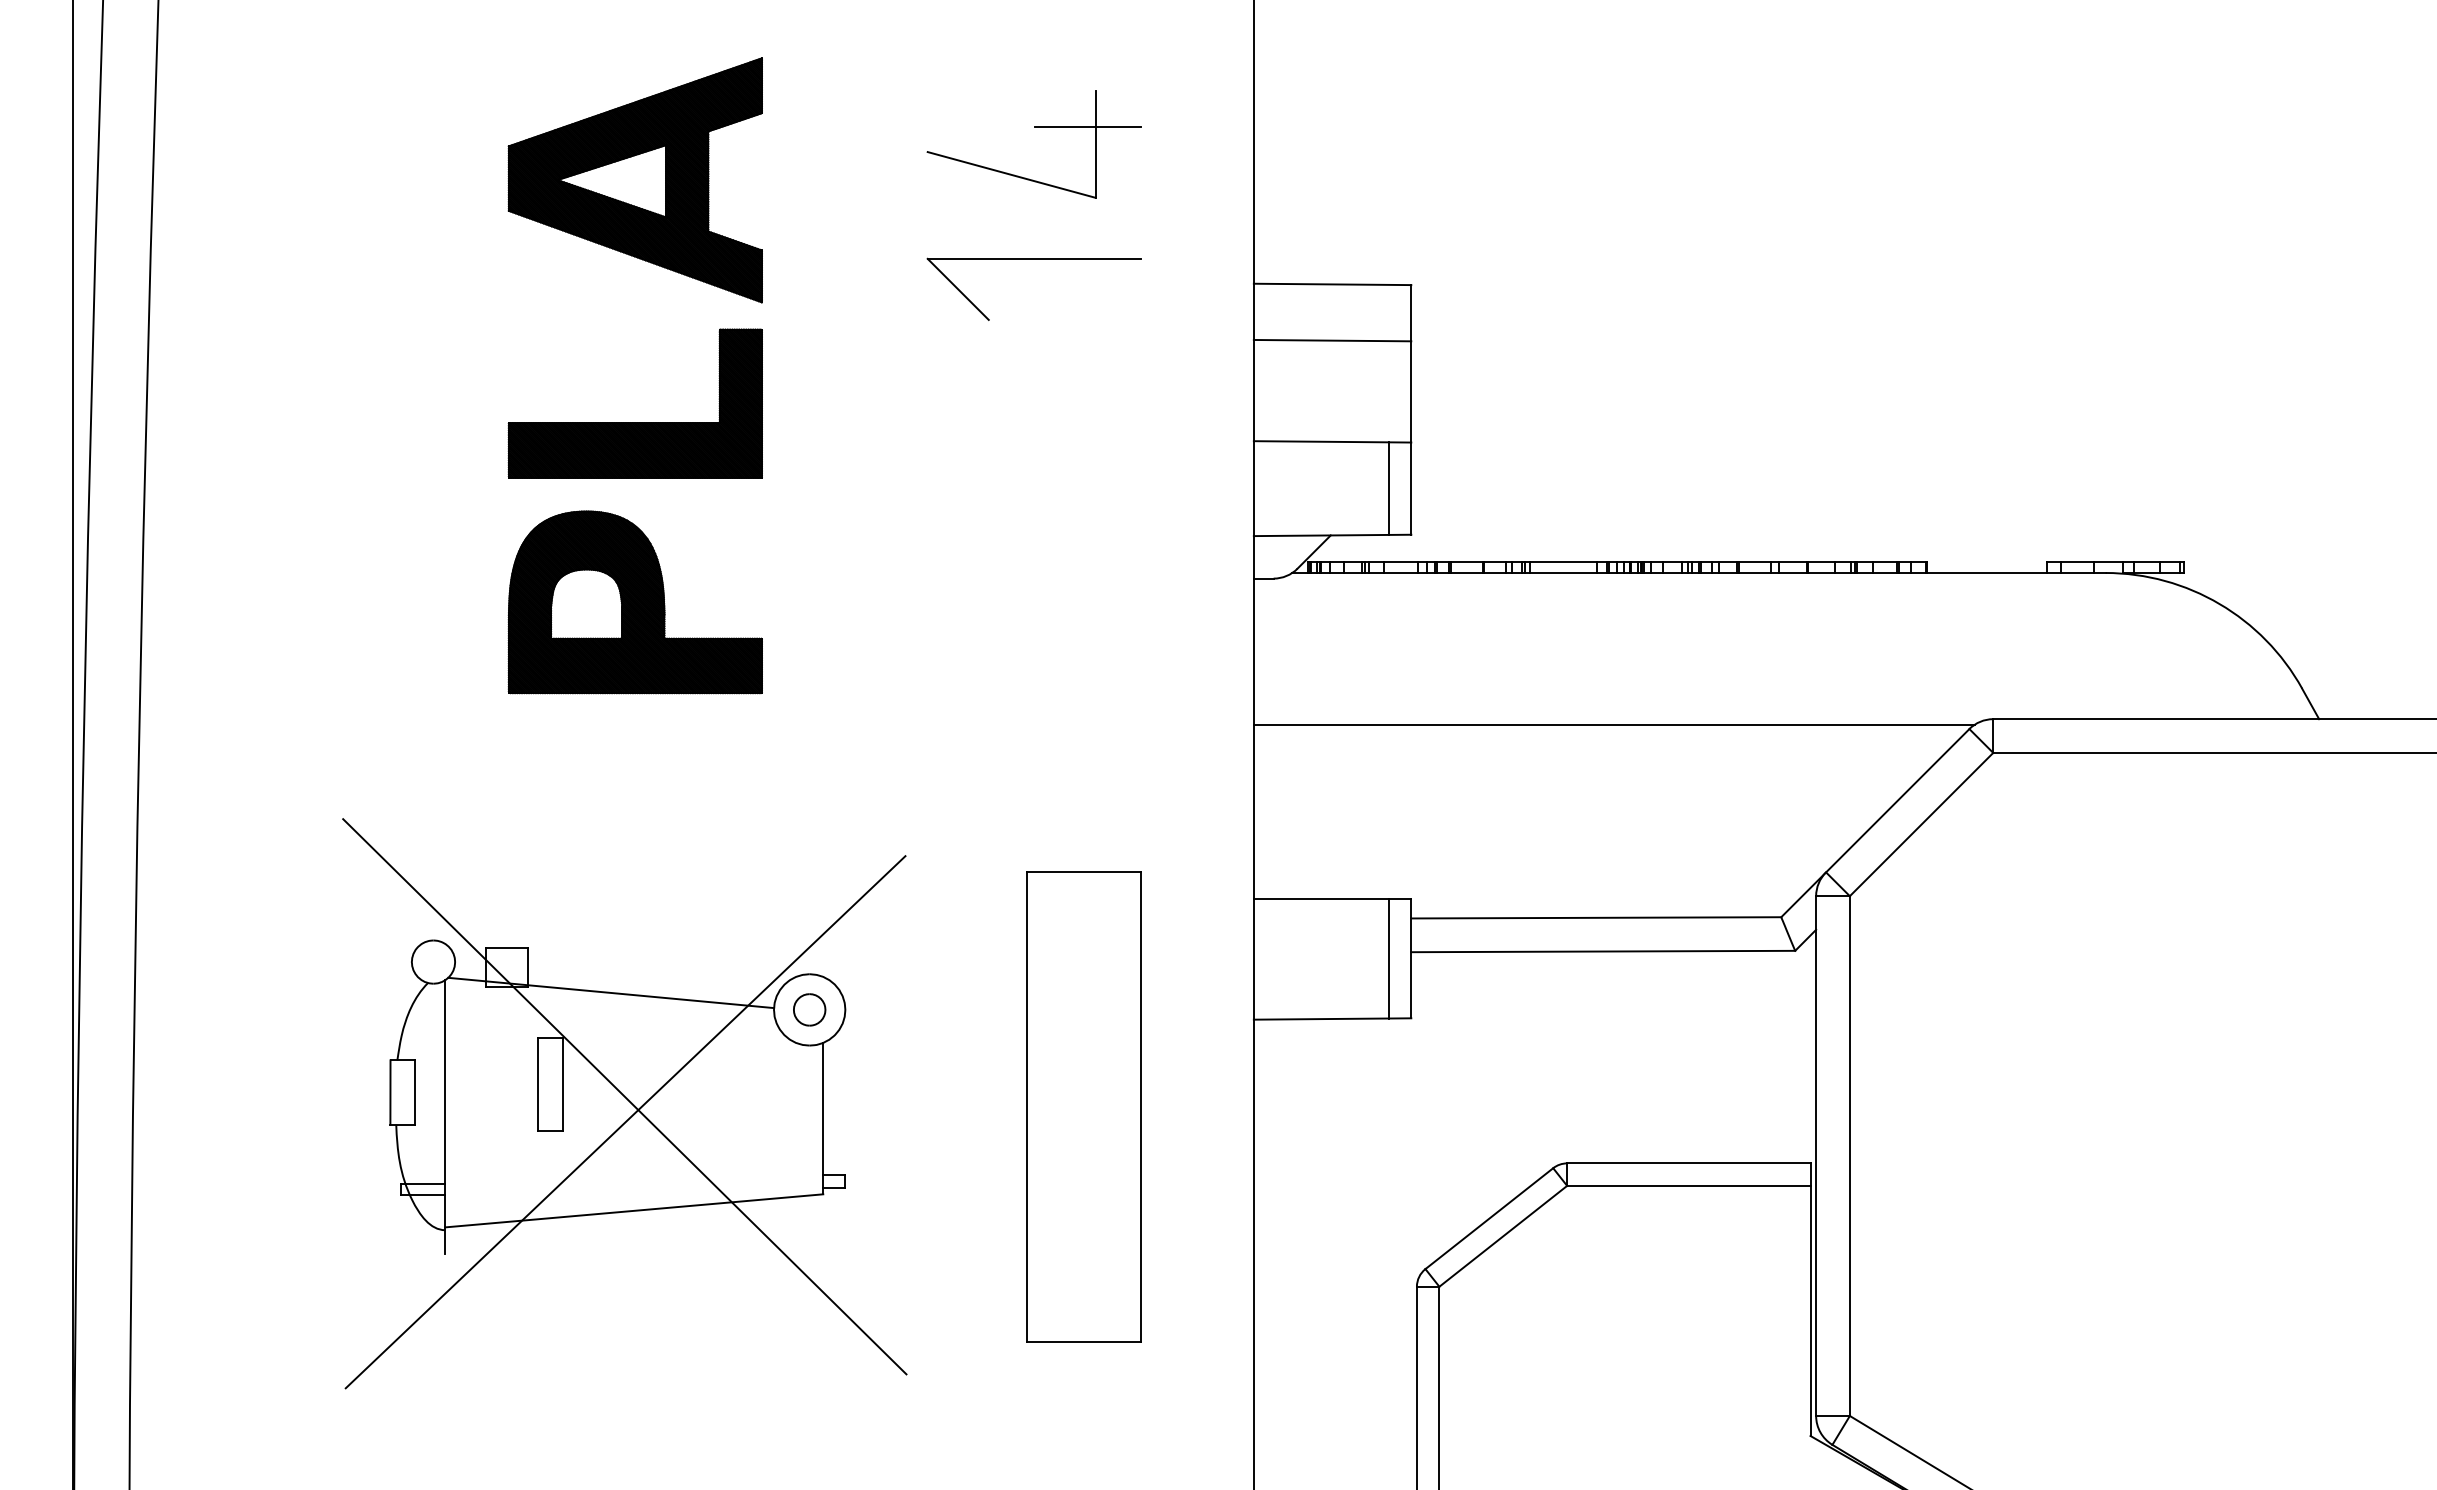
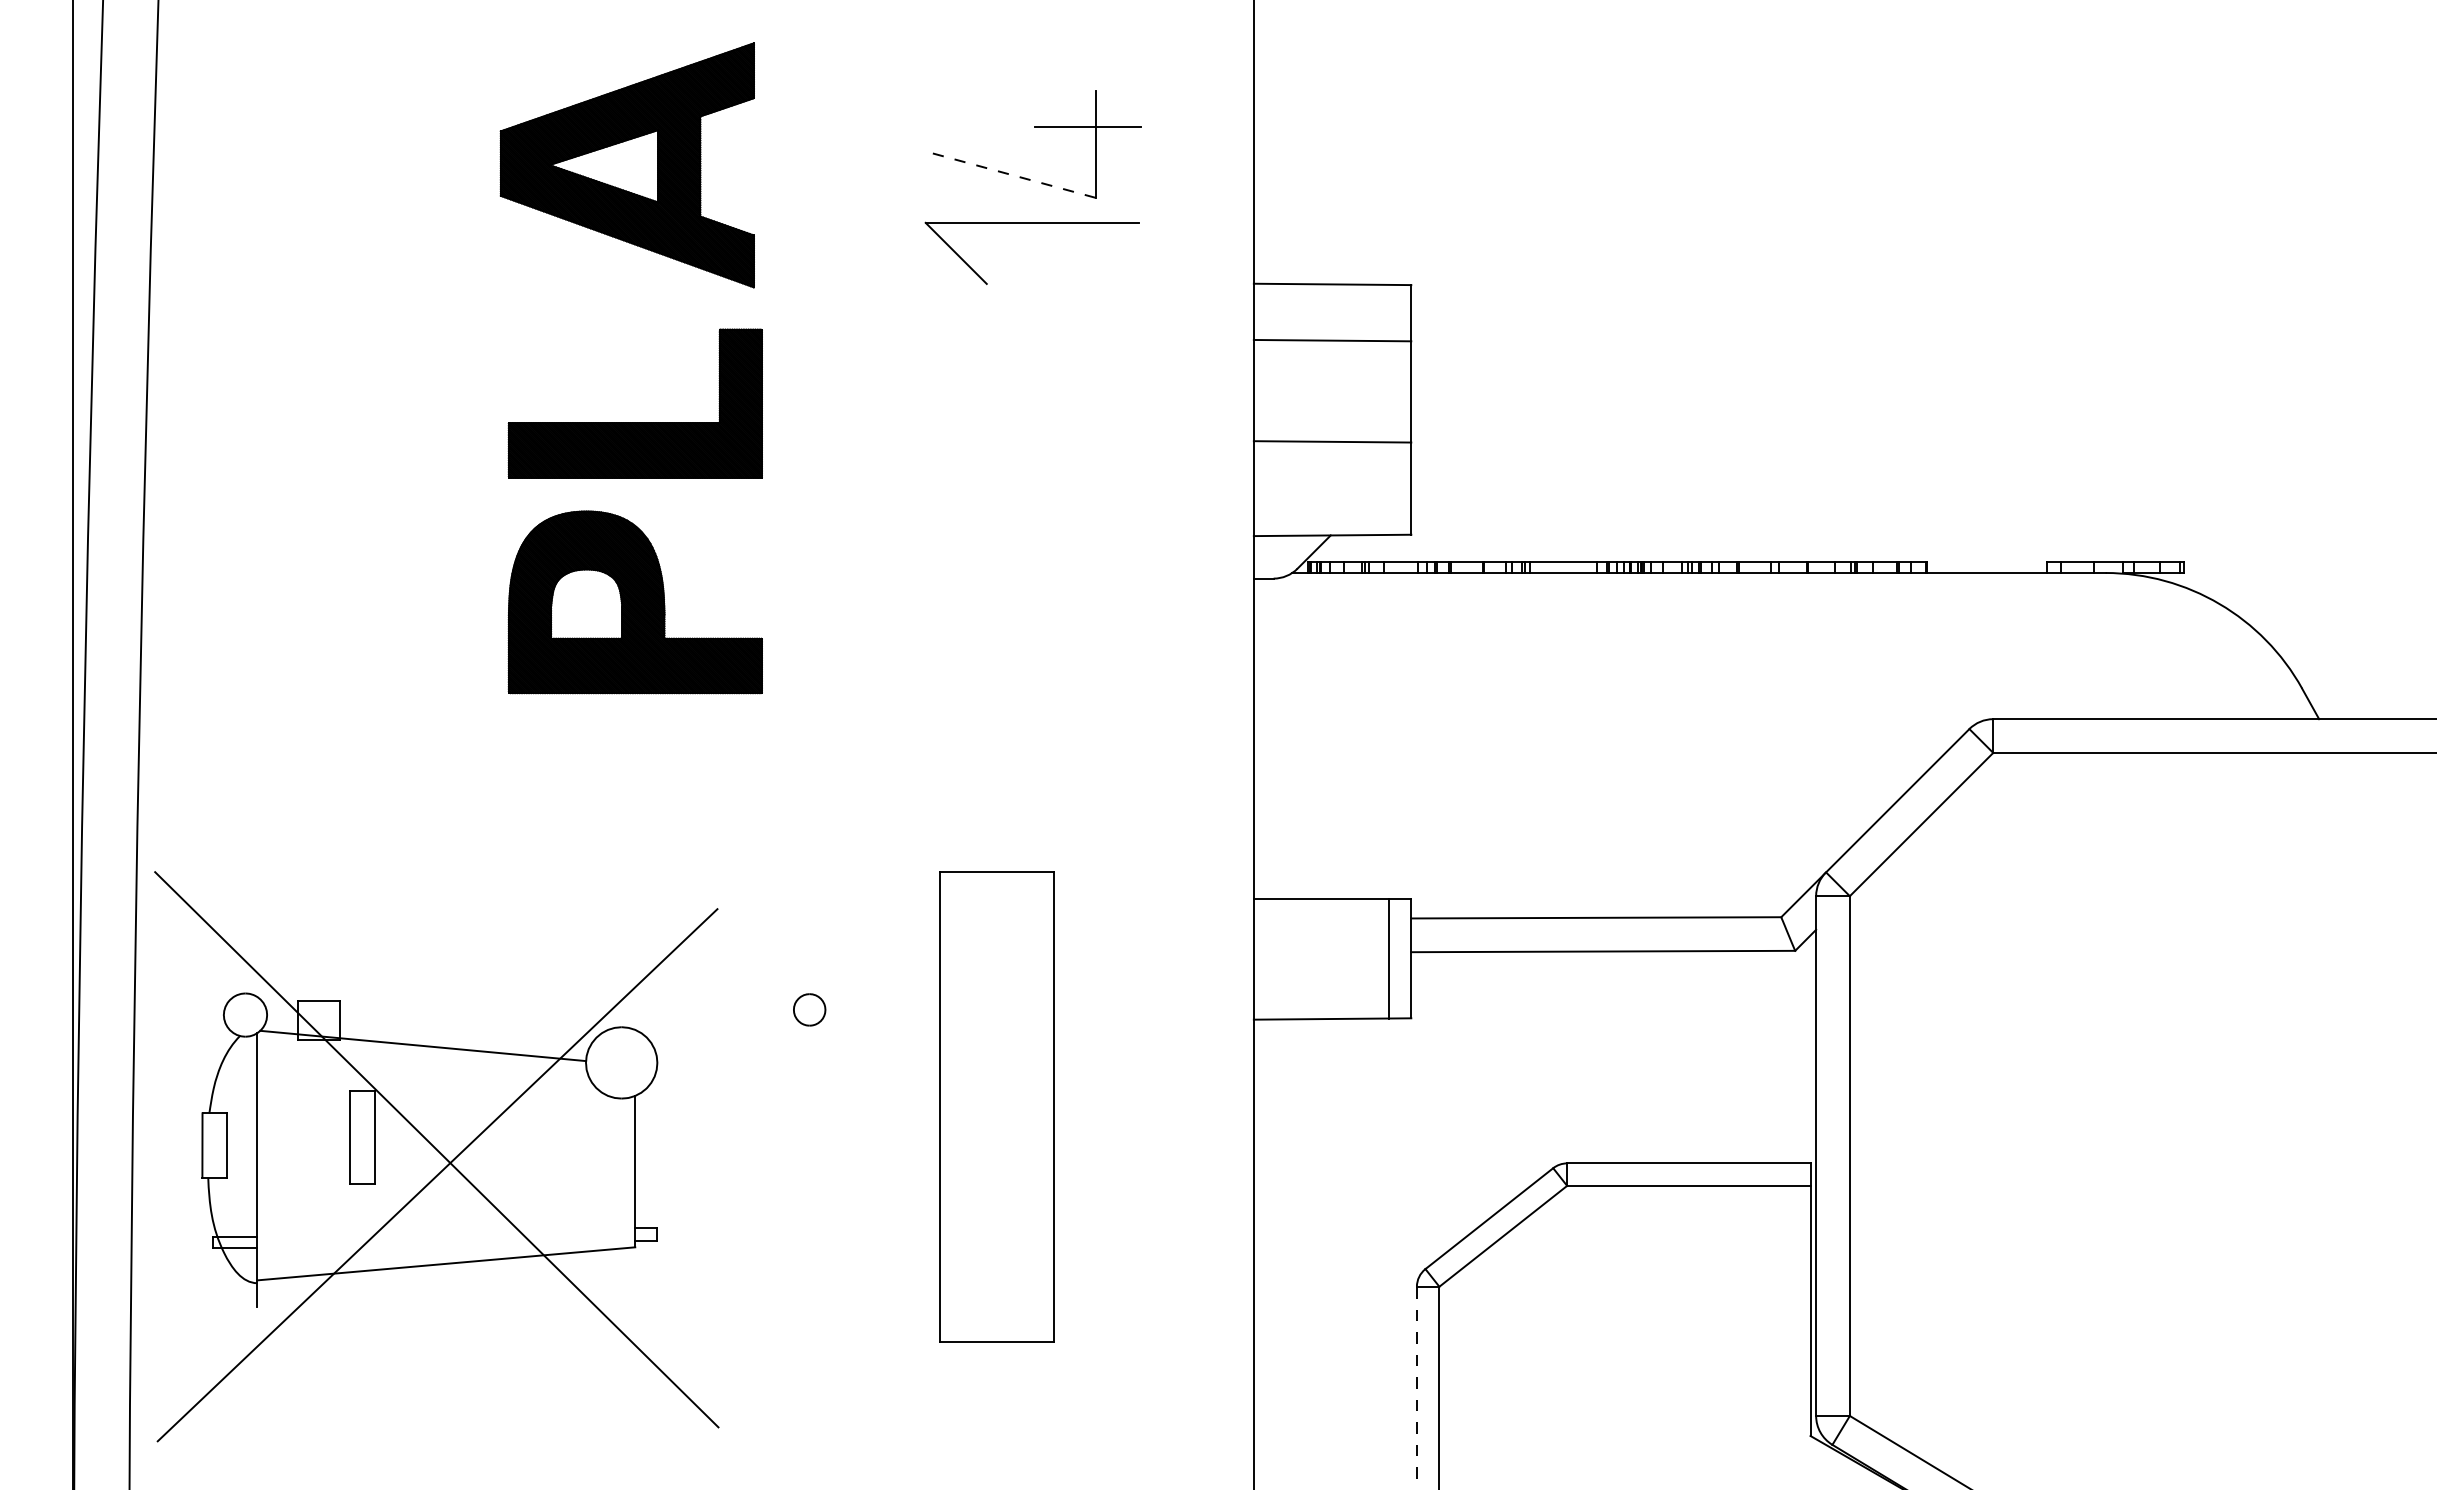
line at (1011, 174): solid -> dashed
part at (634, 180) position: (634, 180) -> (626, 165)
part at (1033, 259) position: (1033, 259) -> (1031, 223)
line at (1389, 488): present -> none
line at (1613, 724): present -> none
part at (624, 1103) position: (624, 1103) -> (436, 1156)
part at (1083, 1106) position: (1083, 1106) -> (996, 1106)
line at (1416, 1387): solid -> dashed
